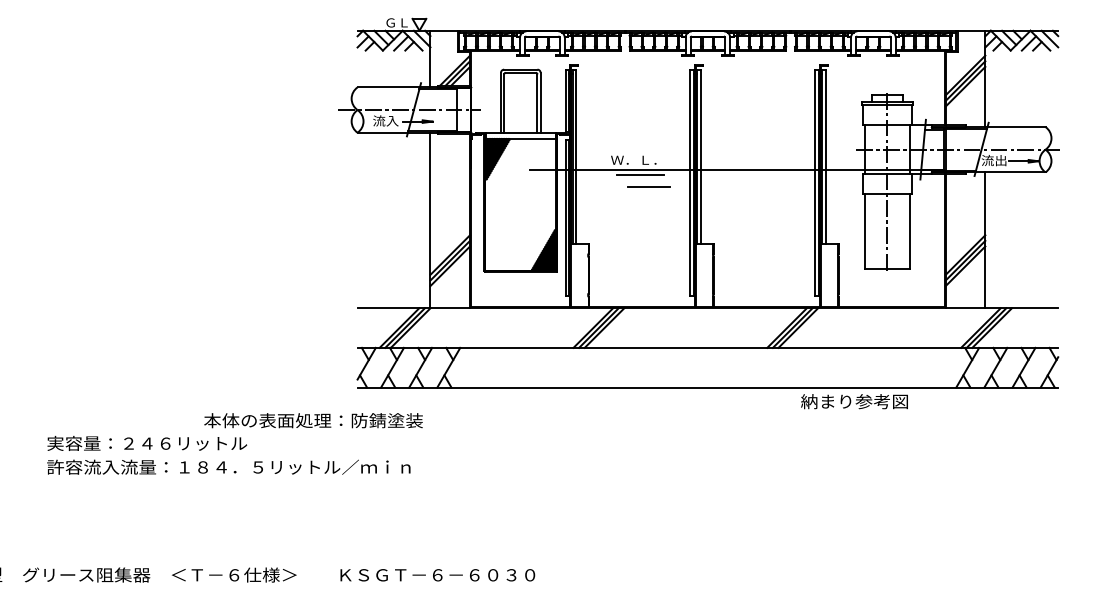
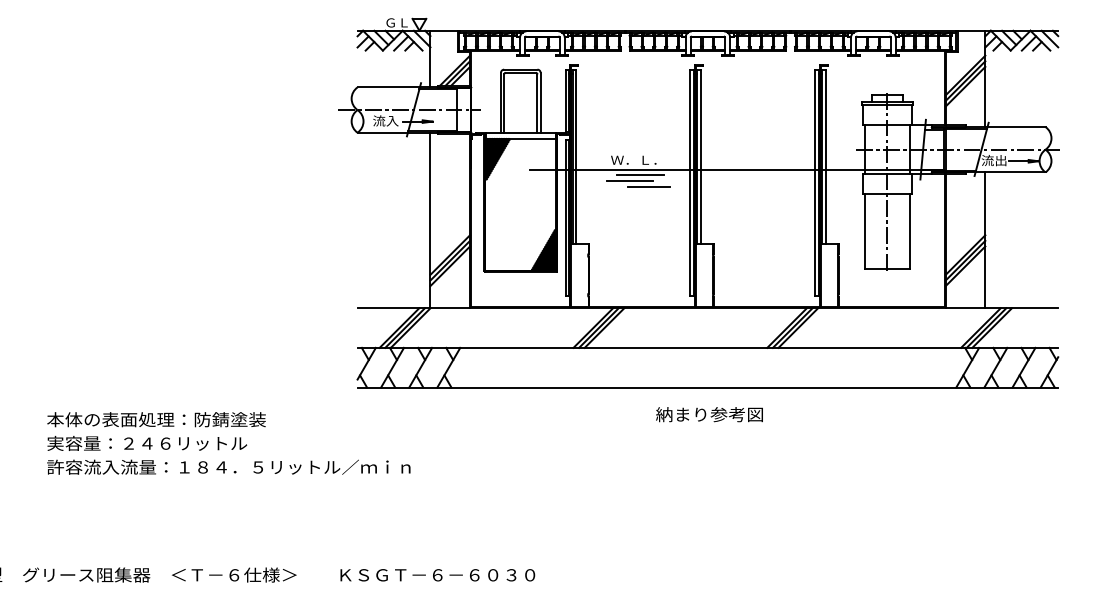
line at (629, 181): none -> present
text at (854, 401) position: (854, 401) -> (709, 414)
text at (313, 420) position: (313, 420) -> (156, 419)
